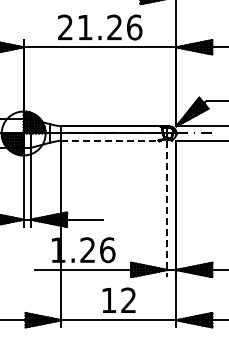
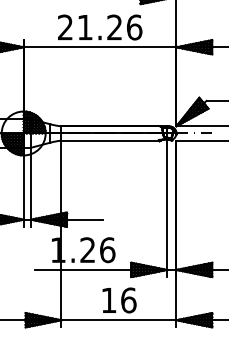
line at (110, 140): dashed -> solid
line at (167, 209): dashed -> solid
text at (128, 300): 12 -> 16
